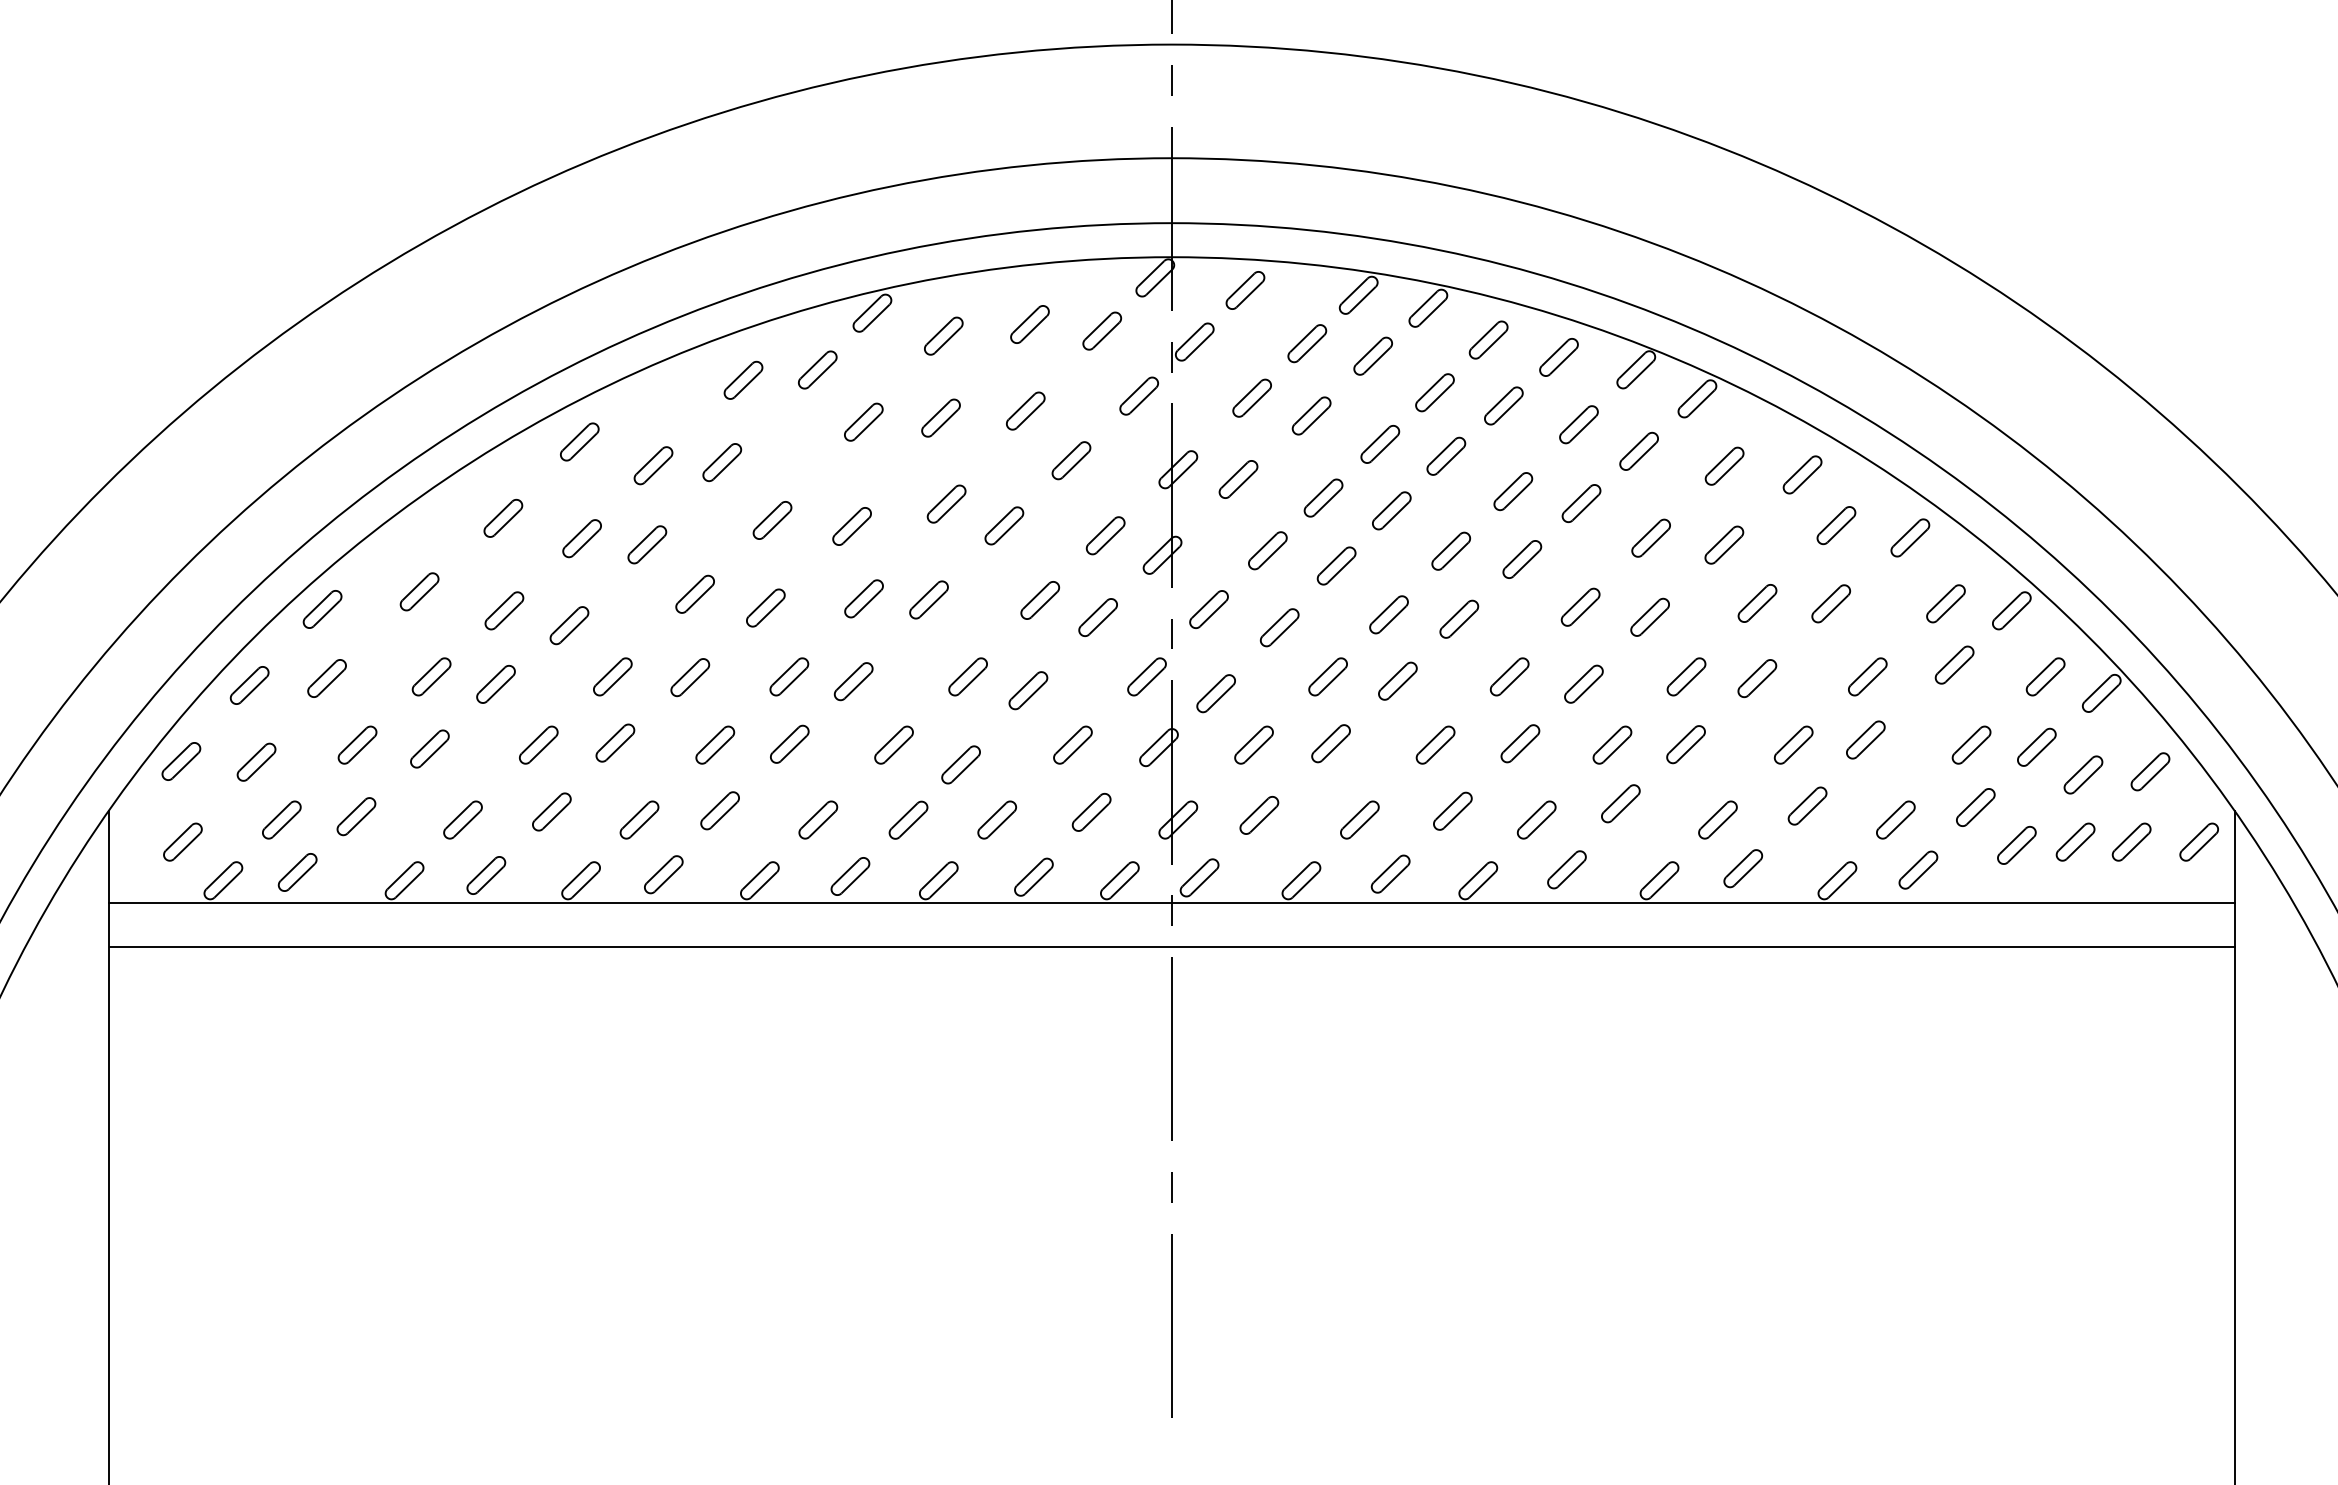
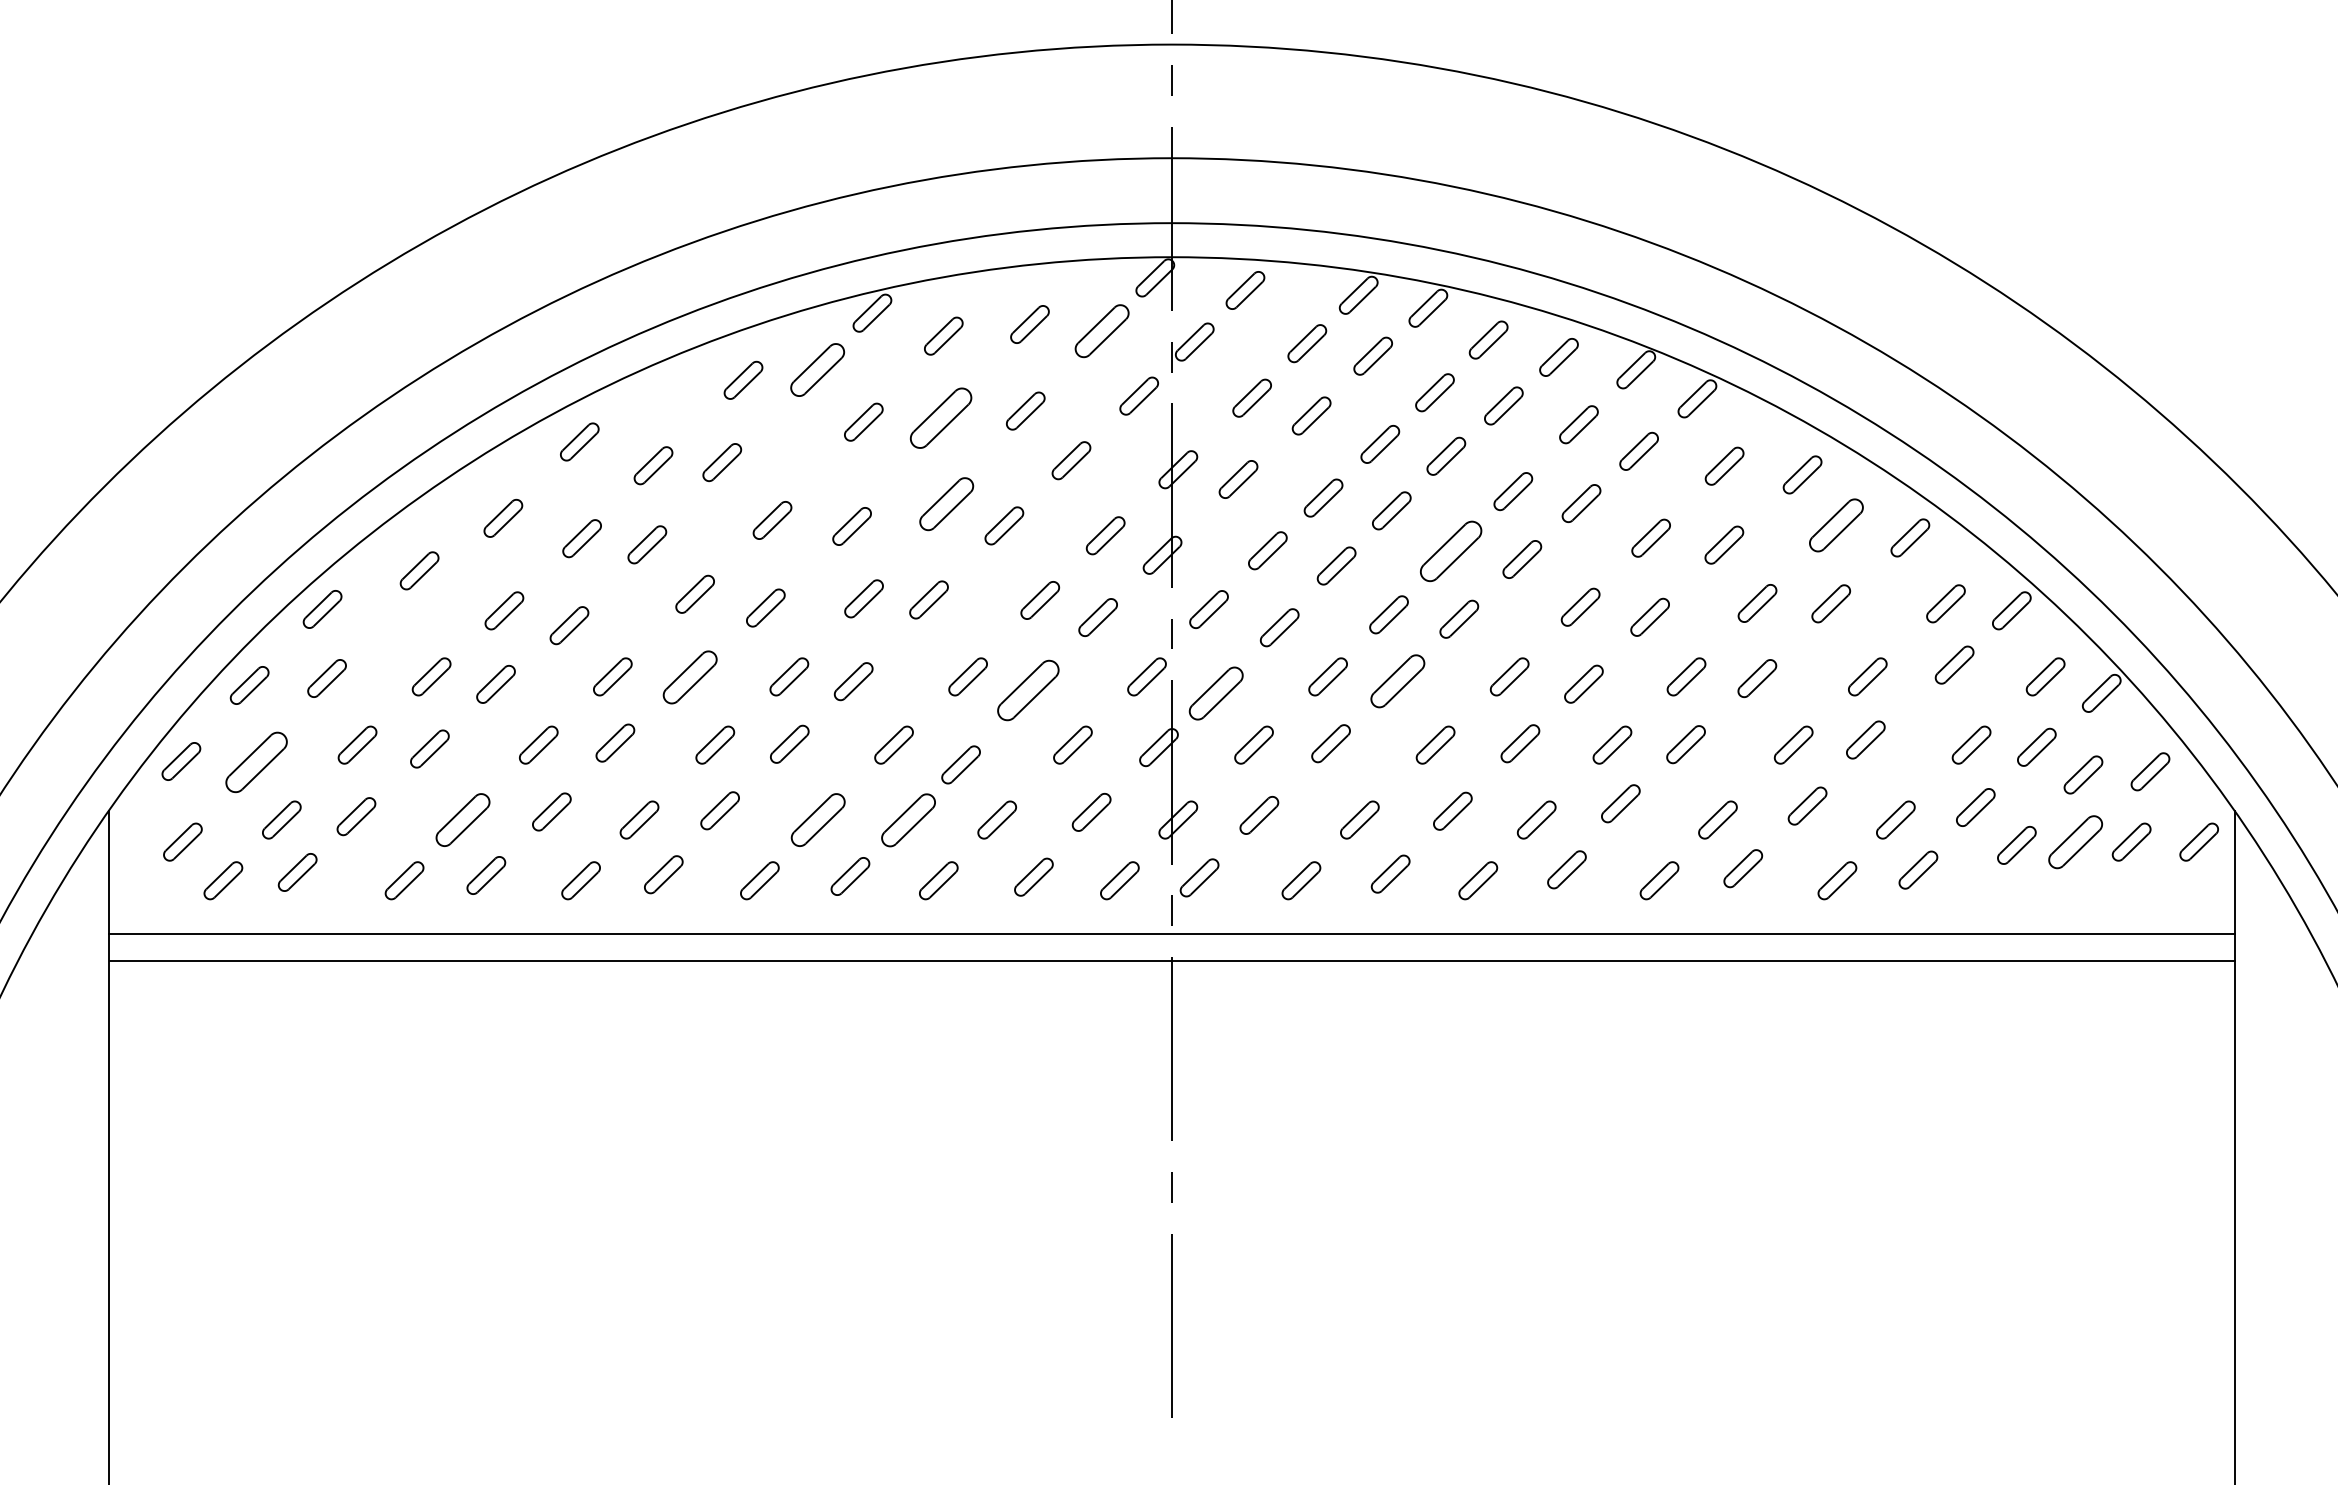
part at (1102, 330) size: 41x40 px -> 56x55 px
part at (817, 369) size: 40x40 px -> 55x54 px
part at (940, 417) size: 40x40 px -> 64x62 px
part at (946, 503) size: 41x40 px -> 56x55 px
part at (1836, 525) size: 41x40 px -> 55x55 px
part at (1451, 550) size: 41x40 px -> 63x63 px
part at (419, 591) position: (419, 591) -> (419, 570)
part at (690, 677) size: 41x40 px -> 56x55 px
part at (1397, 680) size: 40x40 px -> 56x55 px
part at (1028, 690) size: 41x40 px -> 63x63 px
part at (1215, 693) size: 40x40 px -> 56x55 px
part at (256, 761) size: 41x40 px -> 63x63 px
part at (462, 819) size: 40x40 px -> 56x54 px
part at (818, 819) size: 41x40 px -> 56x54 px
part at (908, 819) size: 41x40 px -> 55x55 px
part at (2075, 841) size: 41x40 px -> 55x55 px
line at (1171, 902) position: (1171, 902) -> (1171, 933)
line at (1172, 947) position: (1172, 947) -> (1172, 961)
